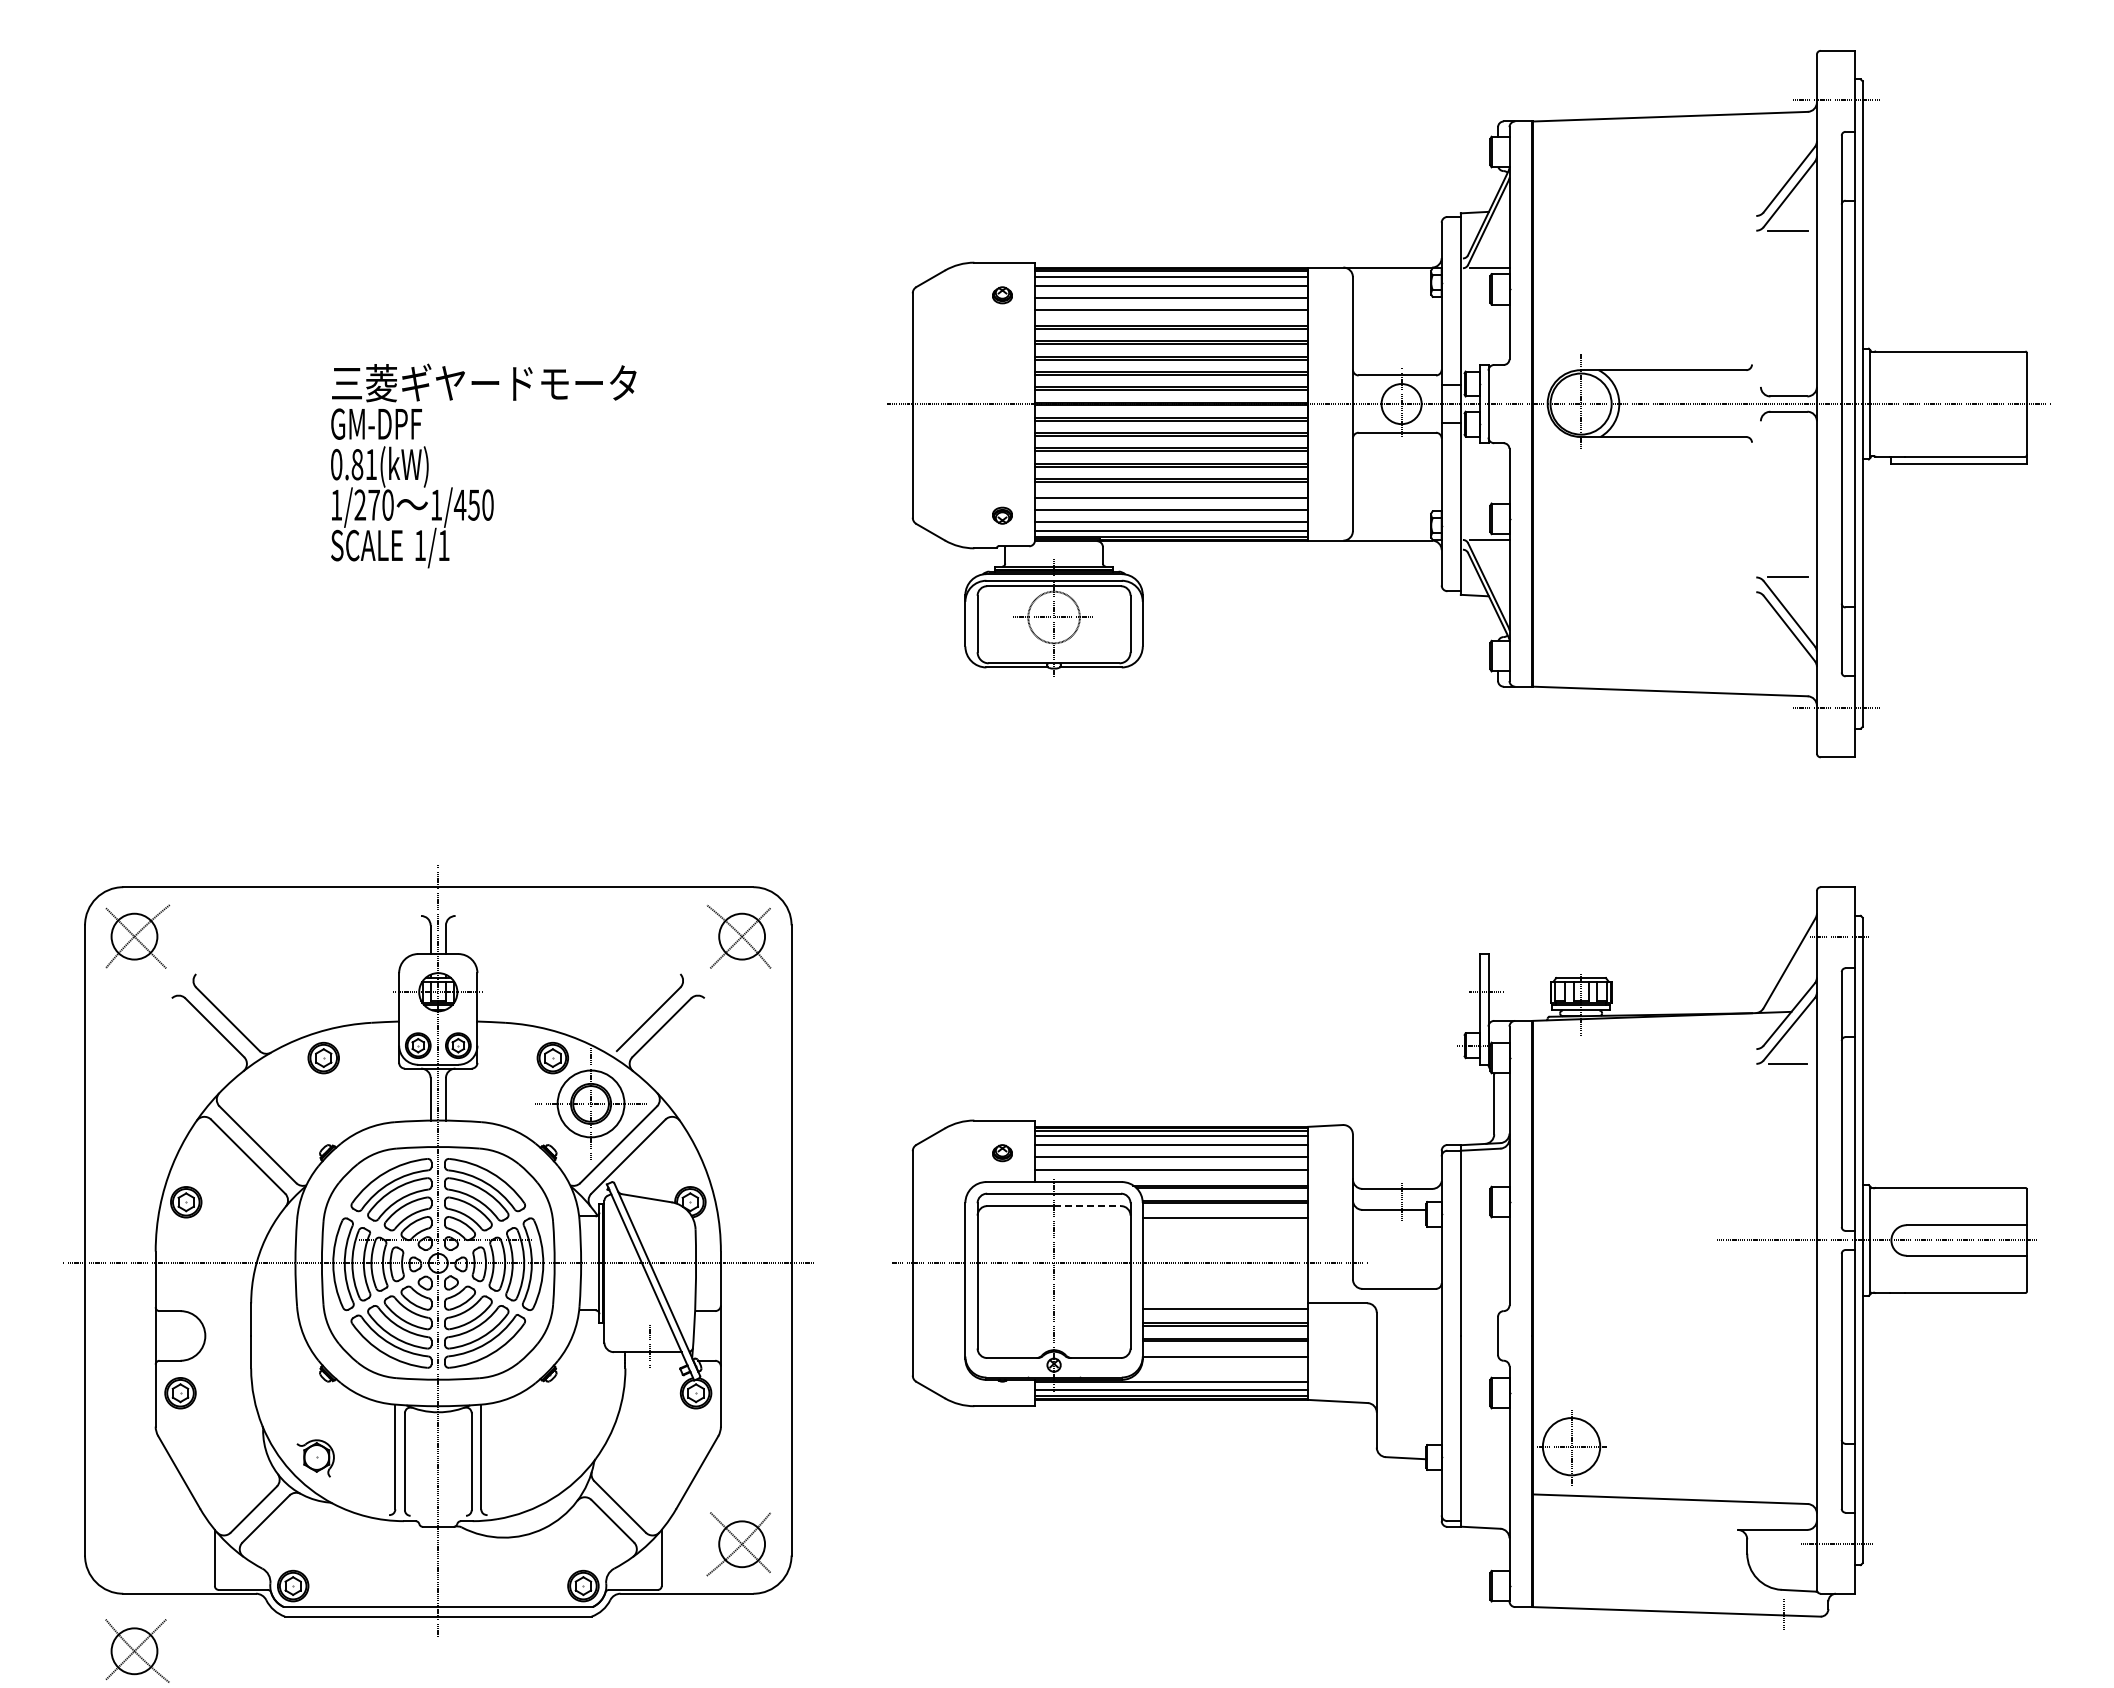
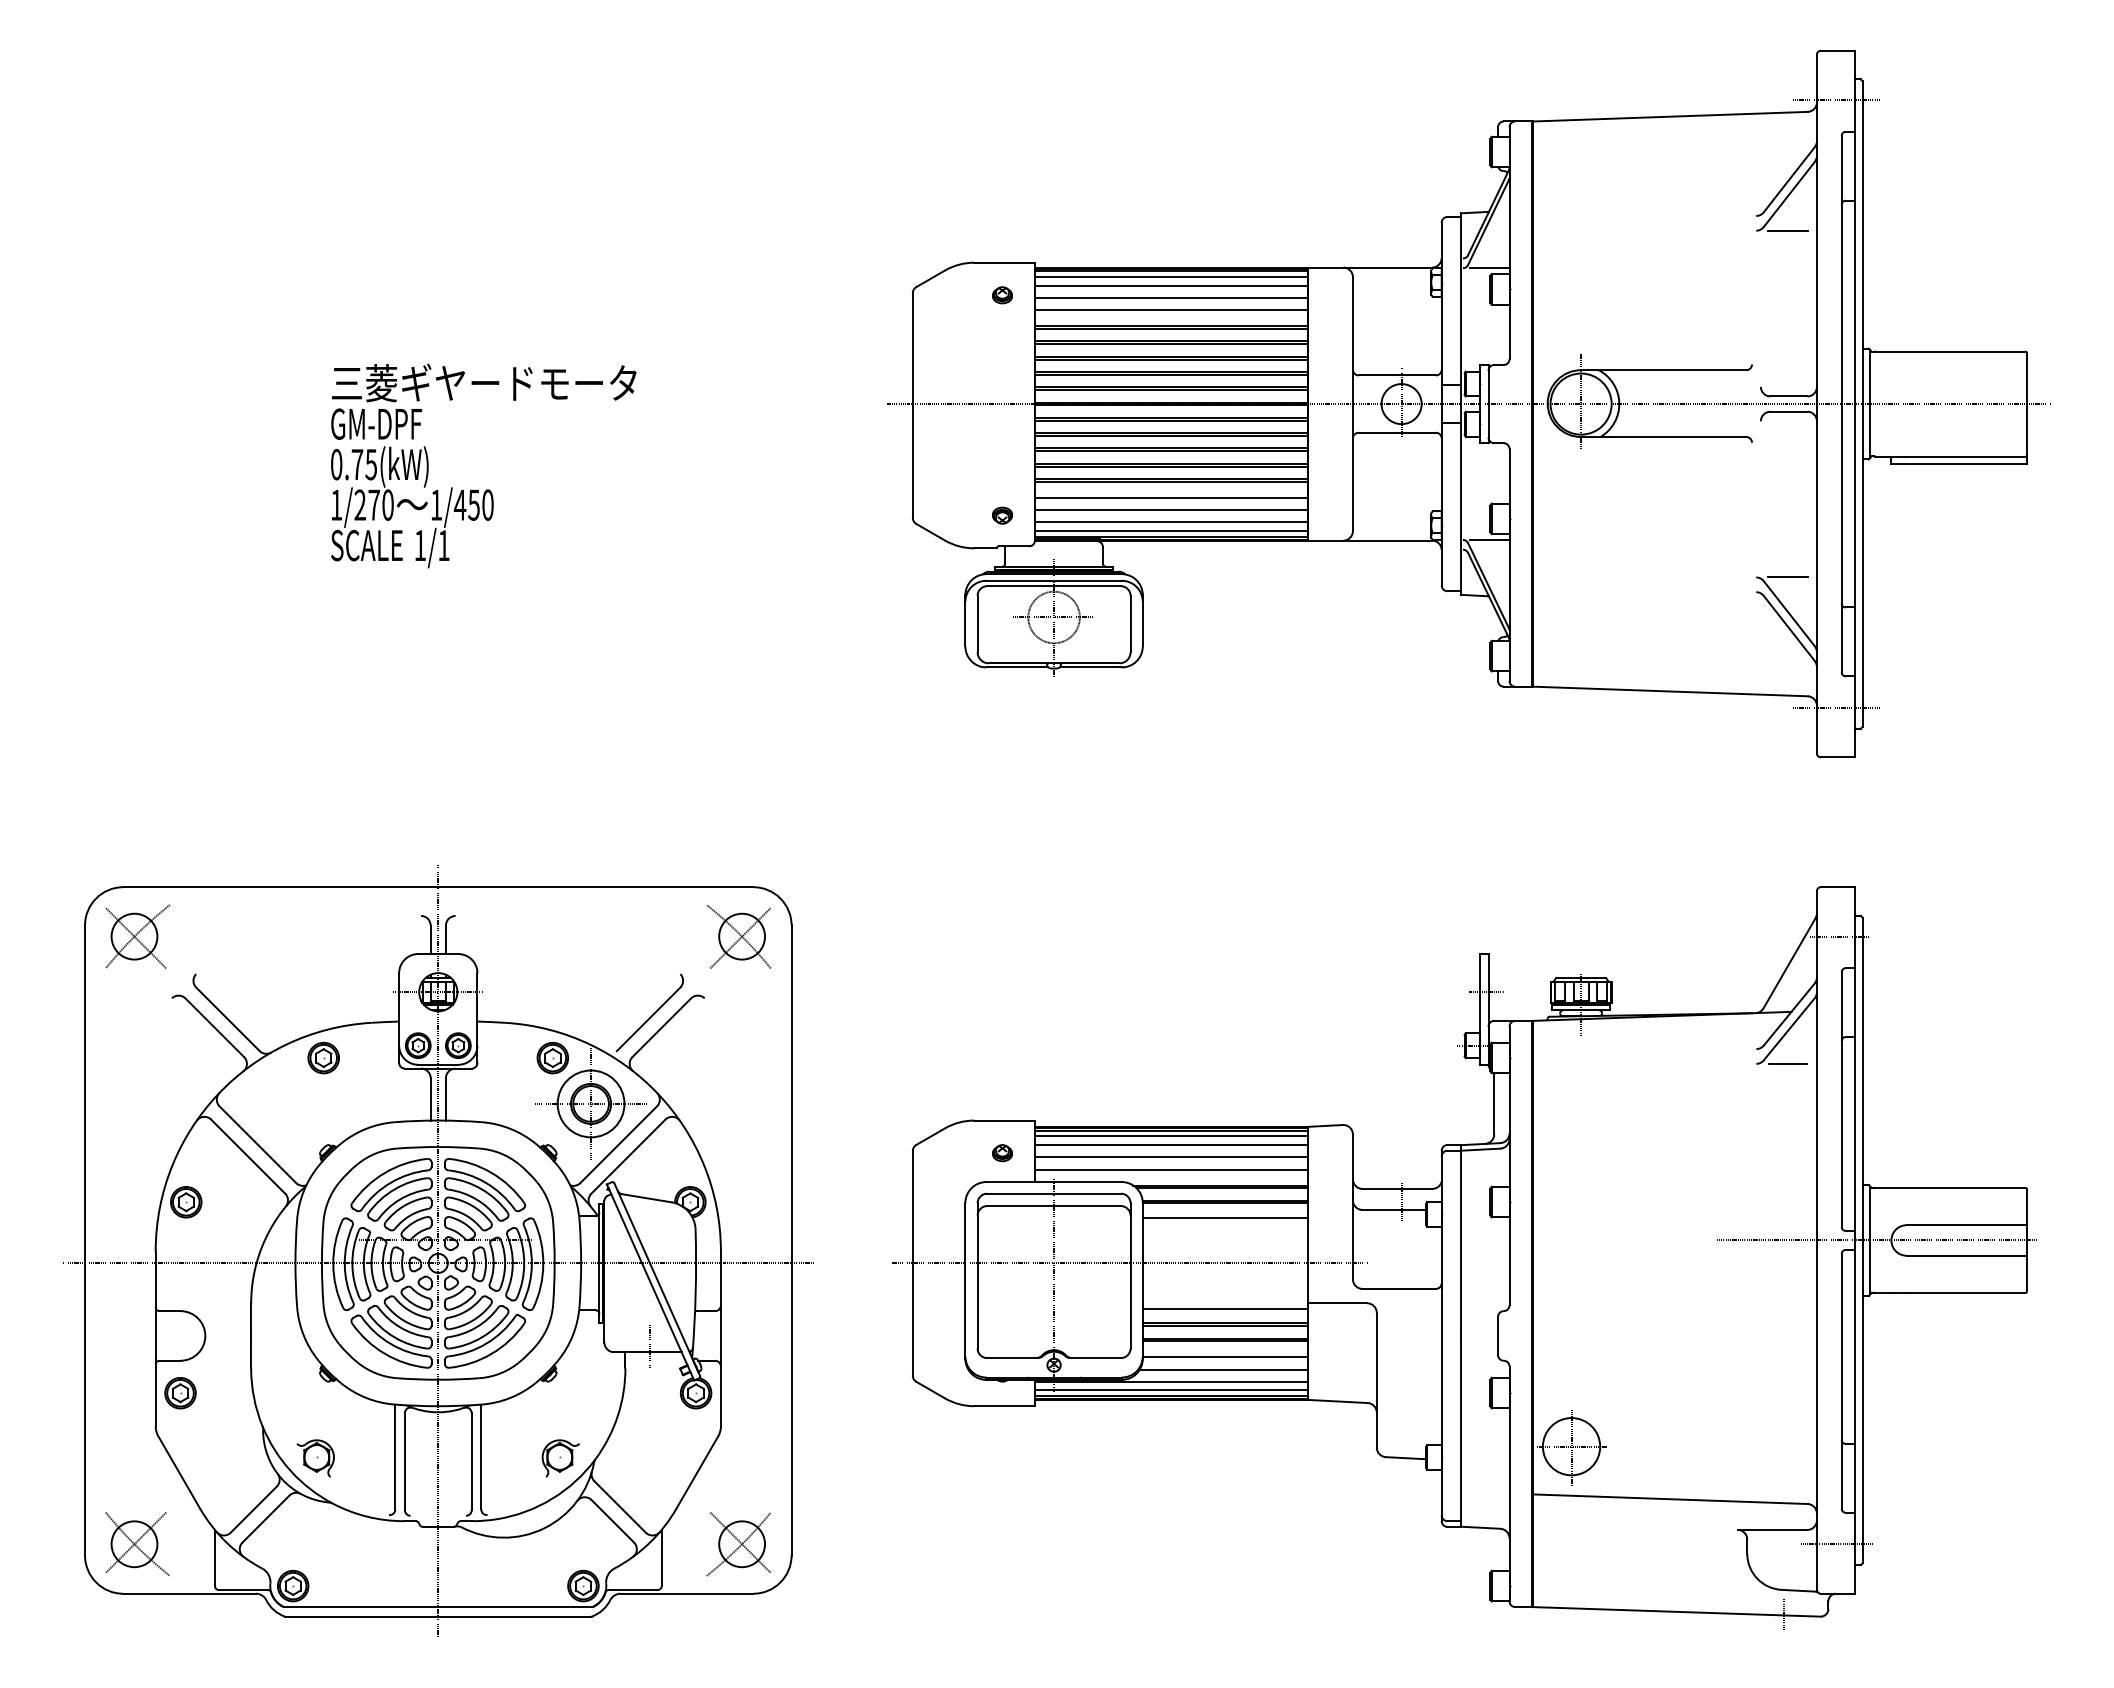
text at (363, 464): 0.81(kW) -> 0.75(kW)
line at (1088, 1206): dashed -> solid
line at (1223, 1370): none -> present
part at (560, 1458): none -> present
part at (137, 1650) position: (137, 1650) -> (137, 1543)
